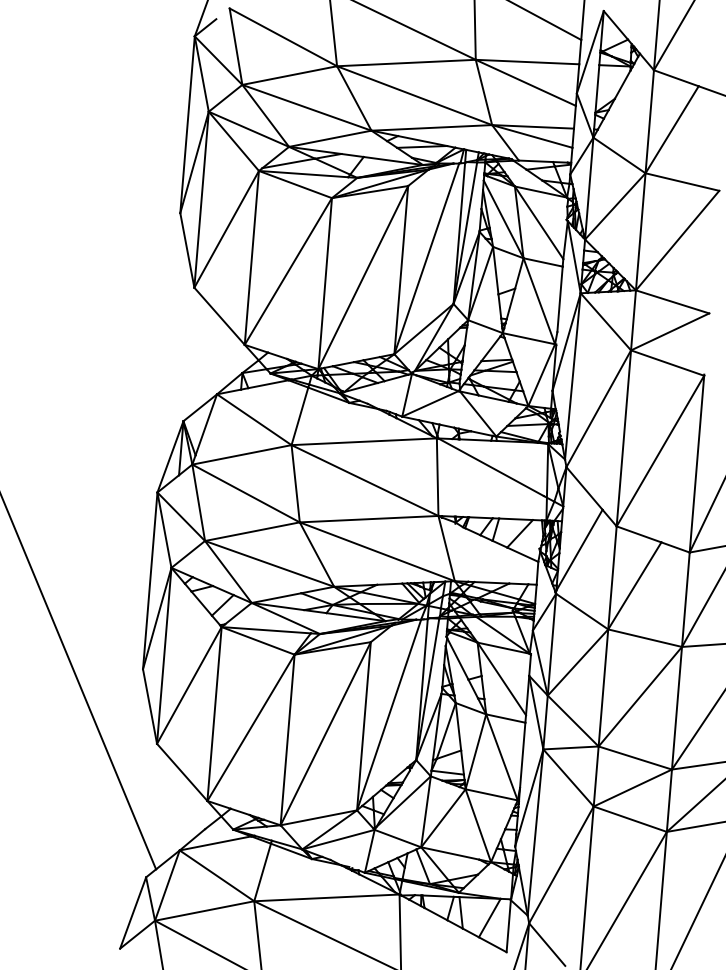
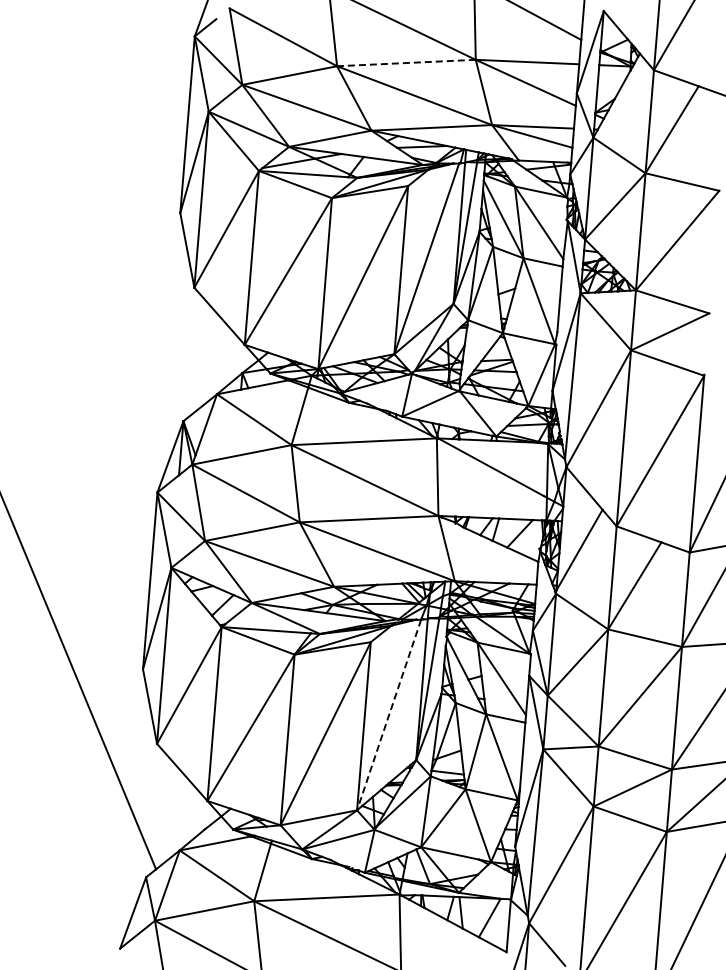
line at (405, 63): solid -> dashed
line at (388, 715): solid -> dashed
